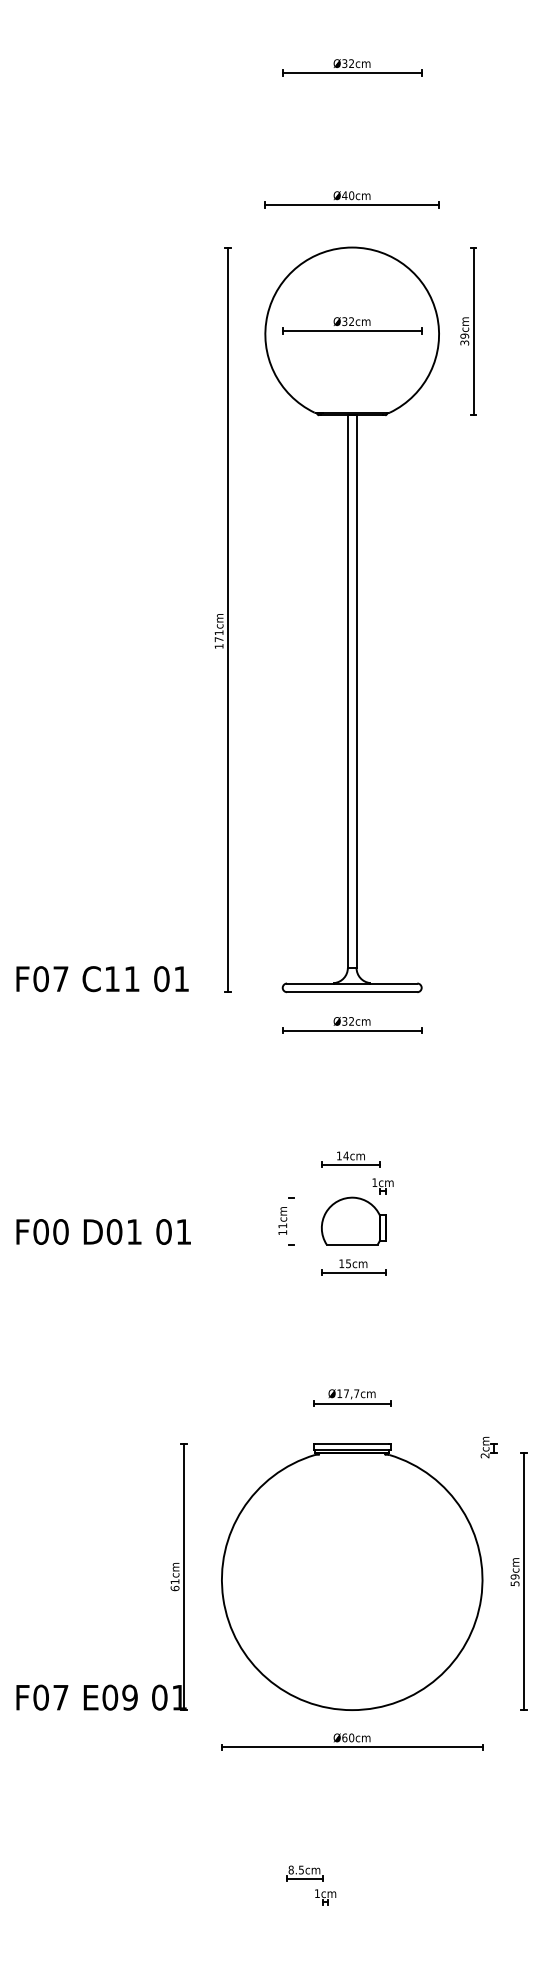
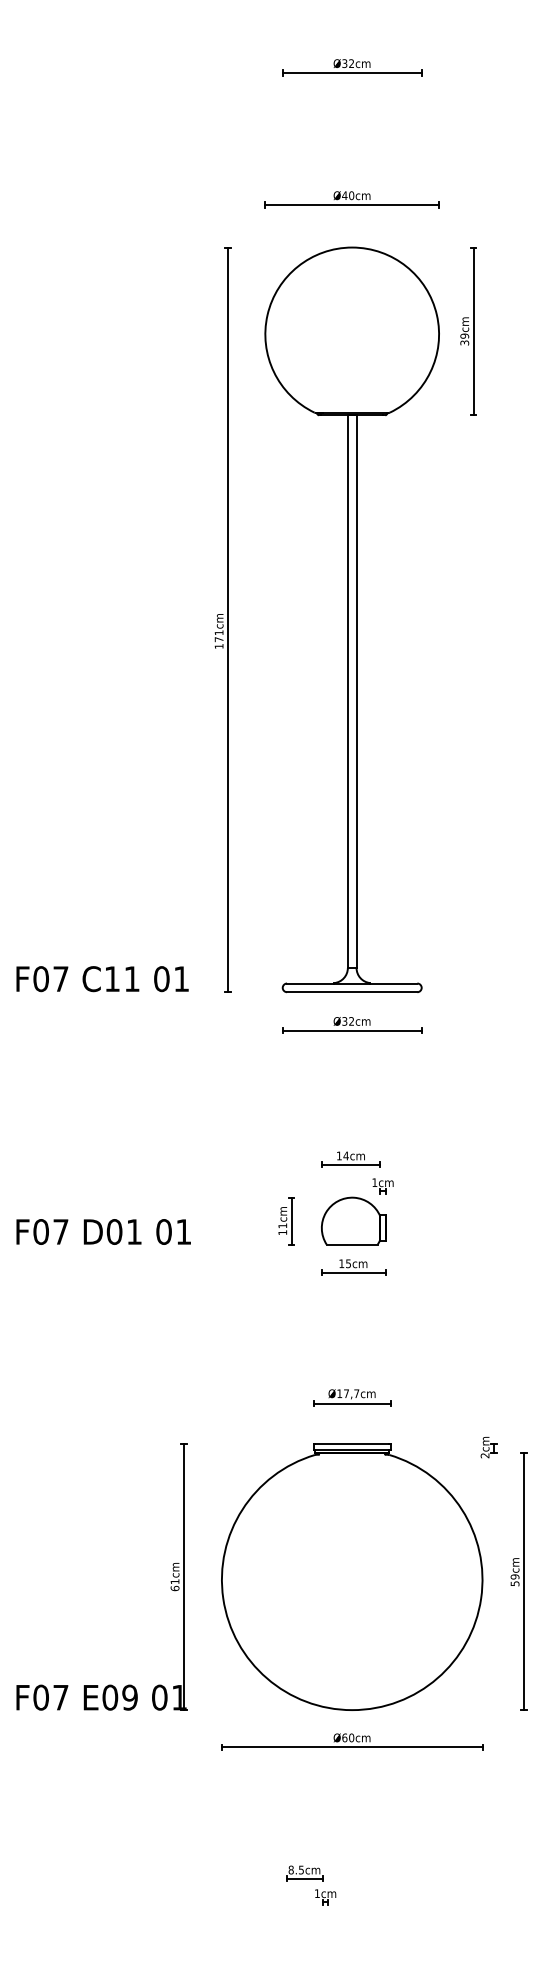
part at (352, 325): present -> none
line at (291, 1220): none -> present
text at (60, 1231): F00 -> F07
